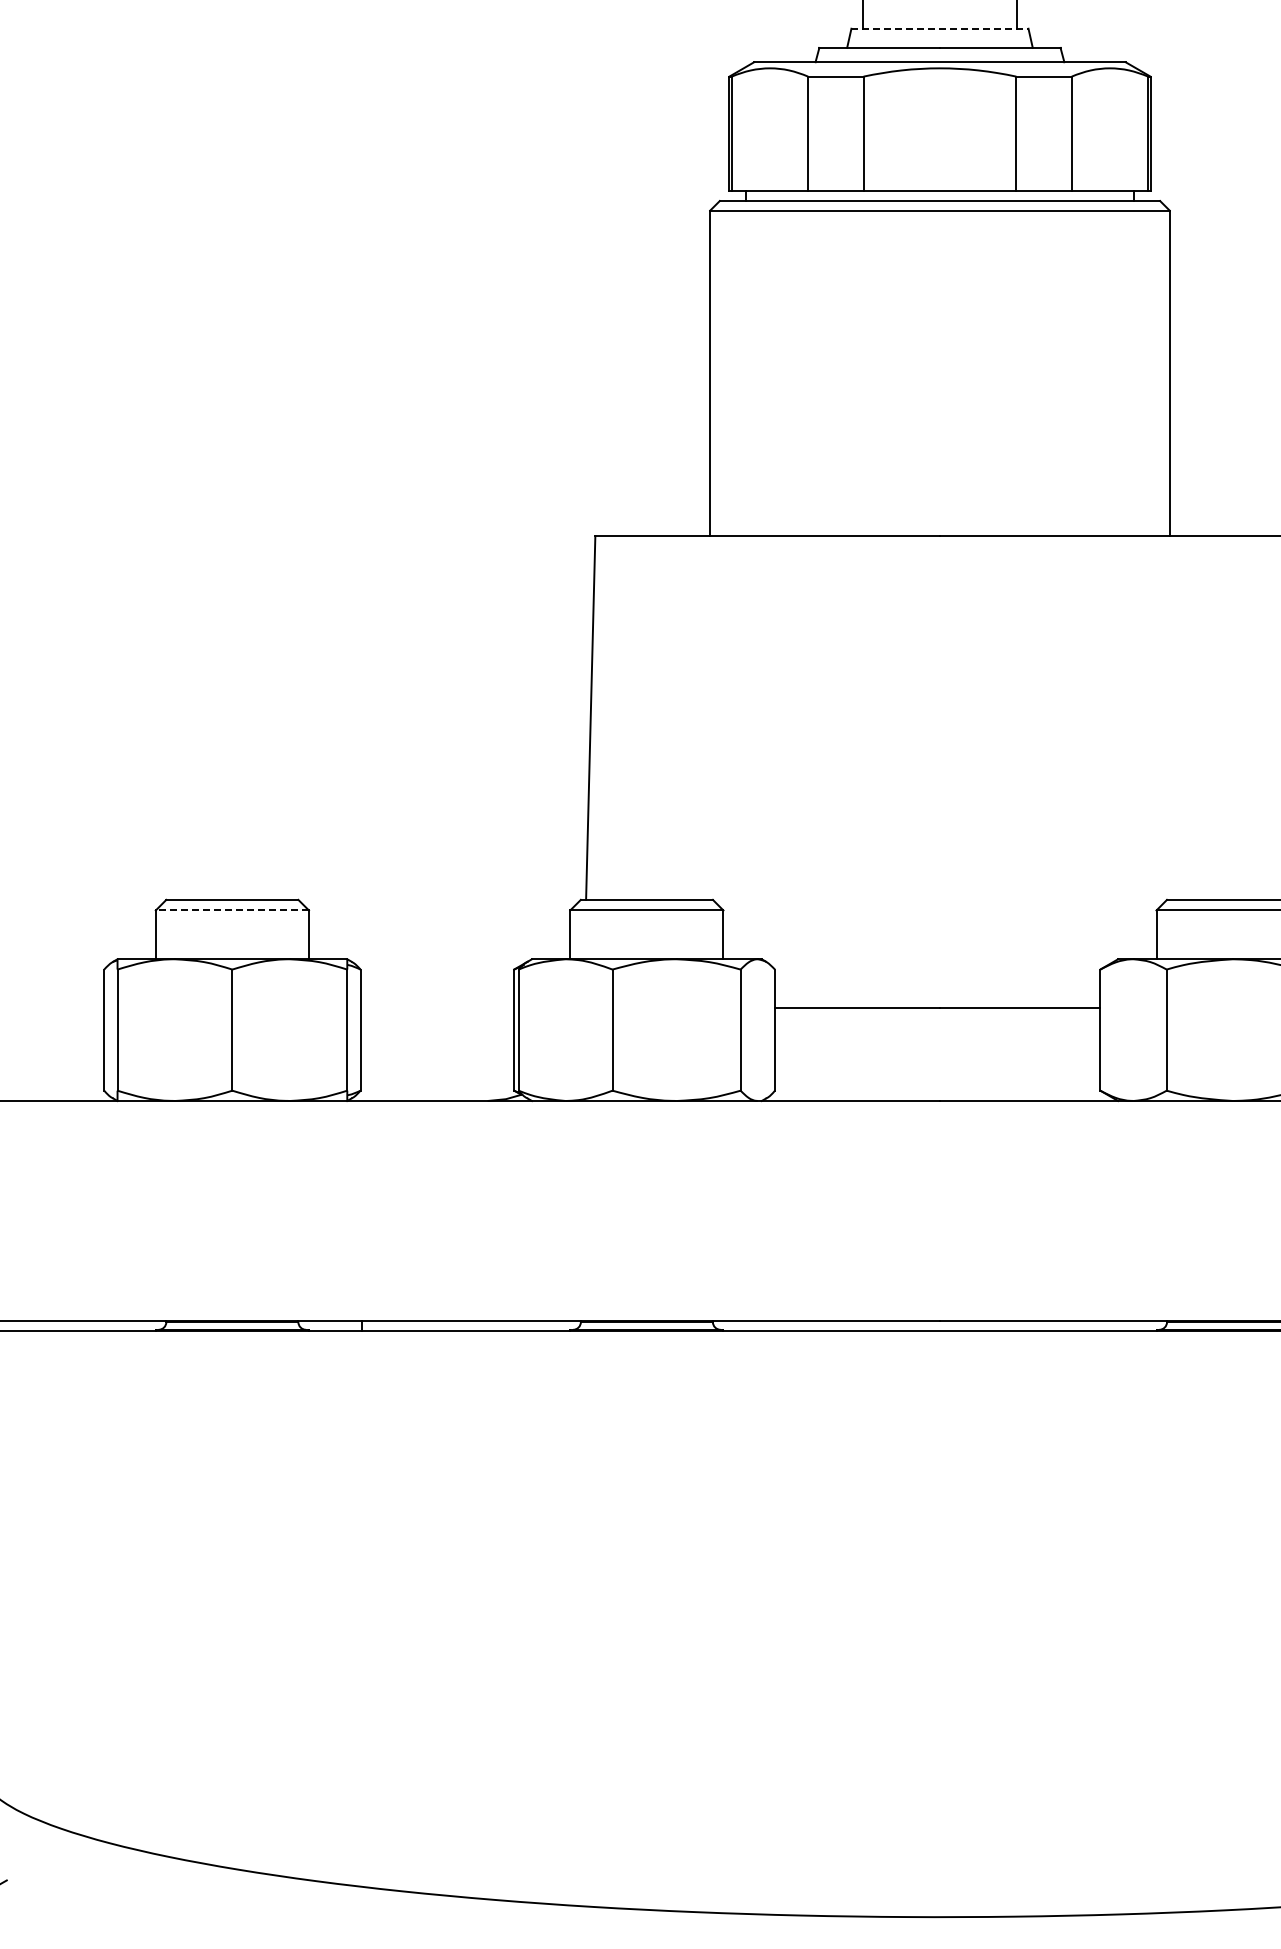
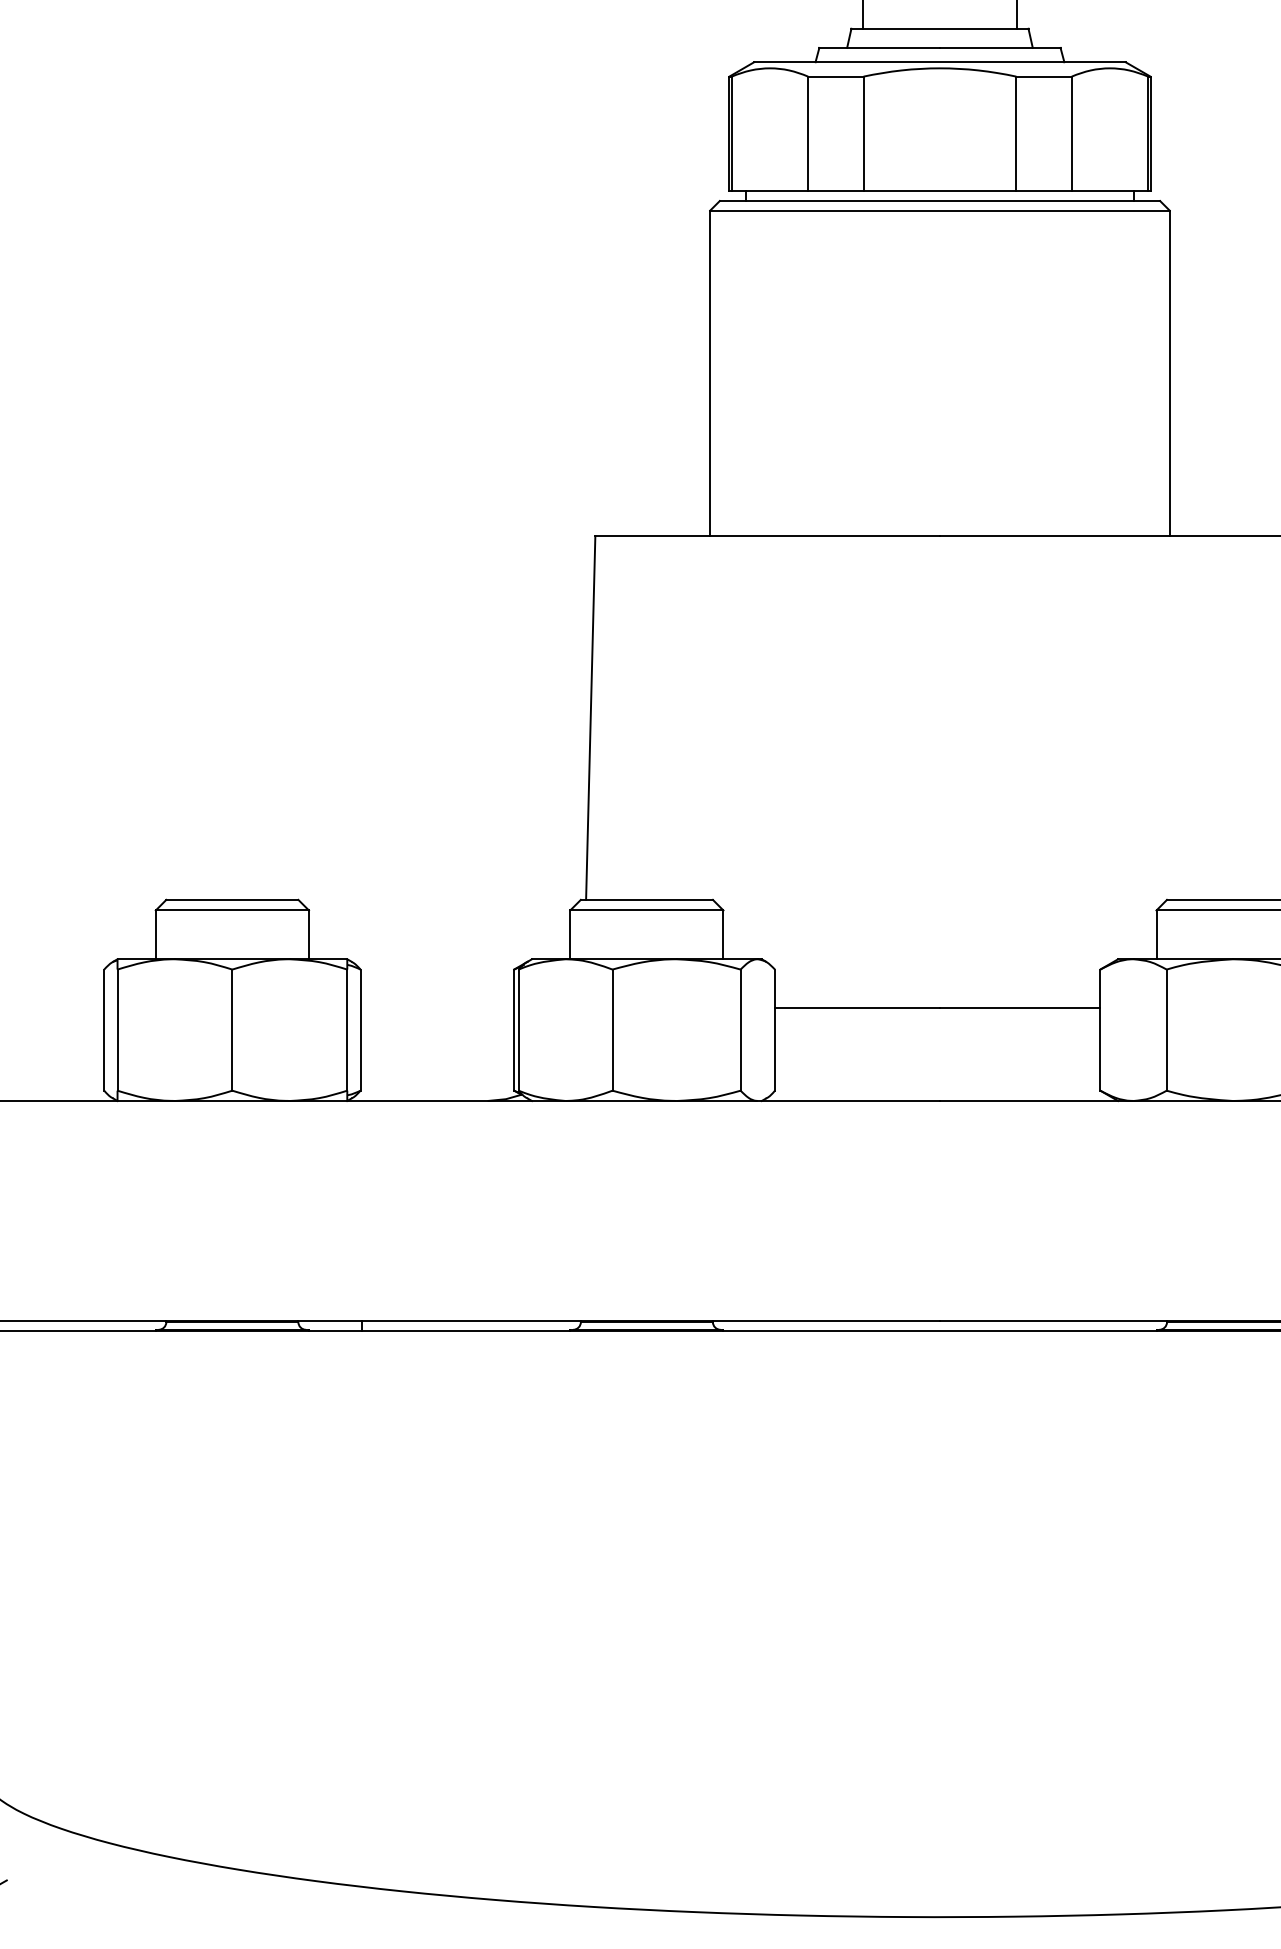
line at (939, 28): dashed -> solid
line at (232, 910): dashed -> solid
